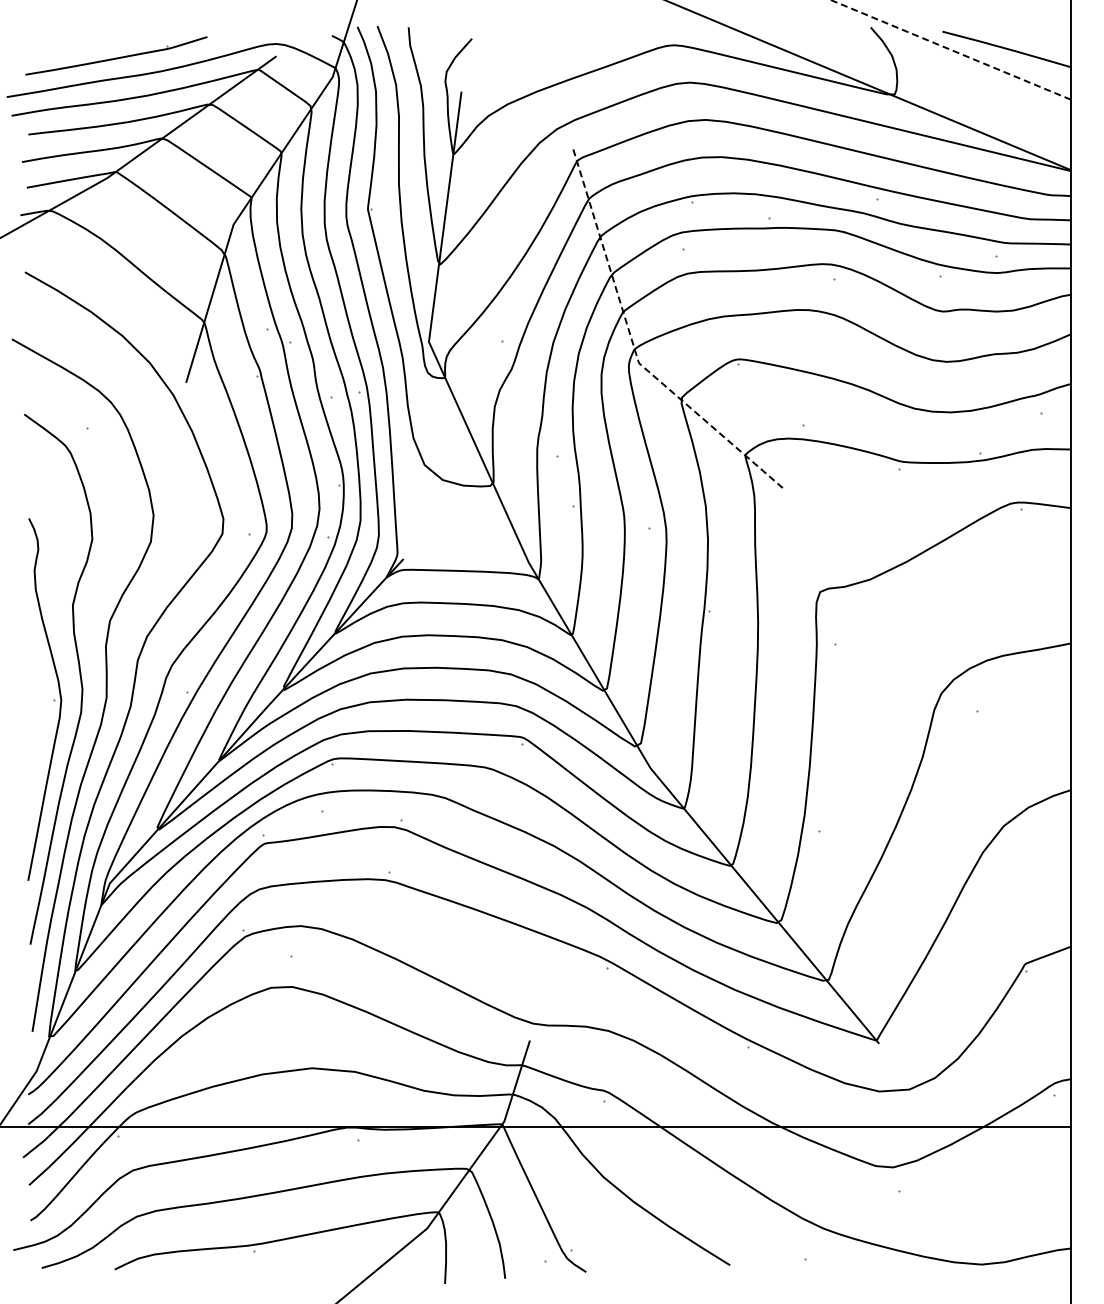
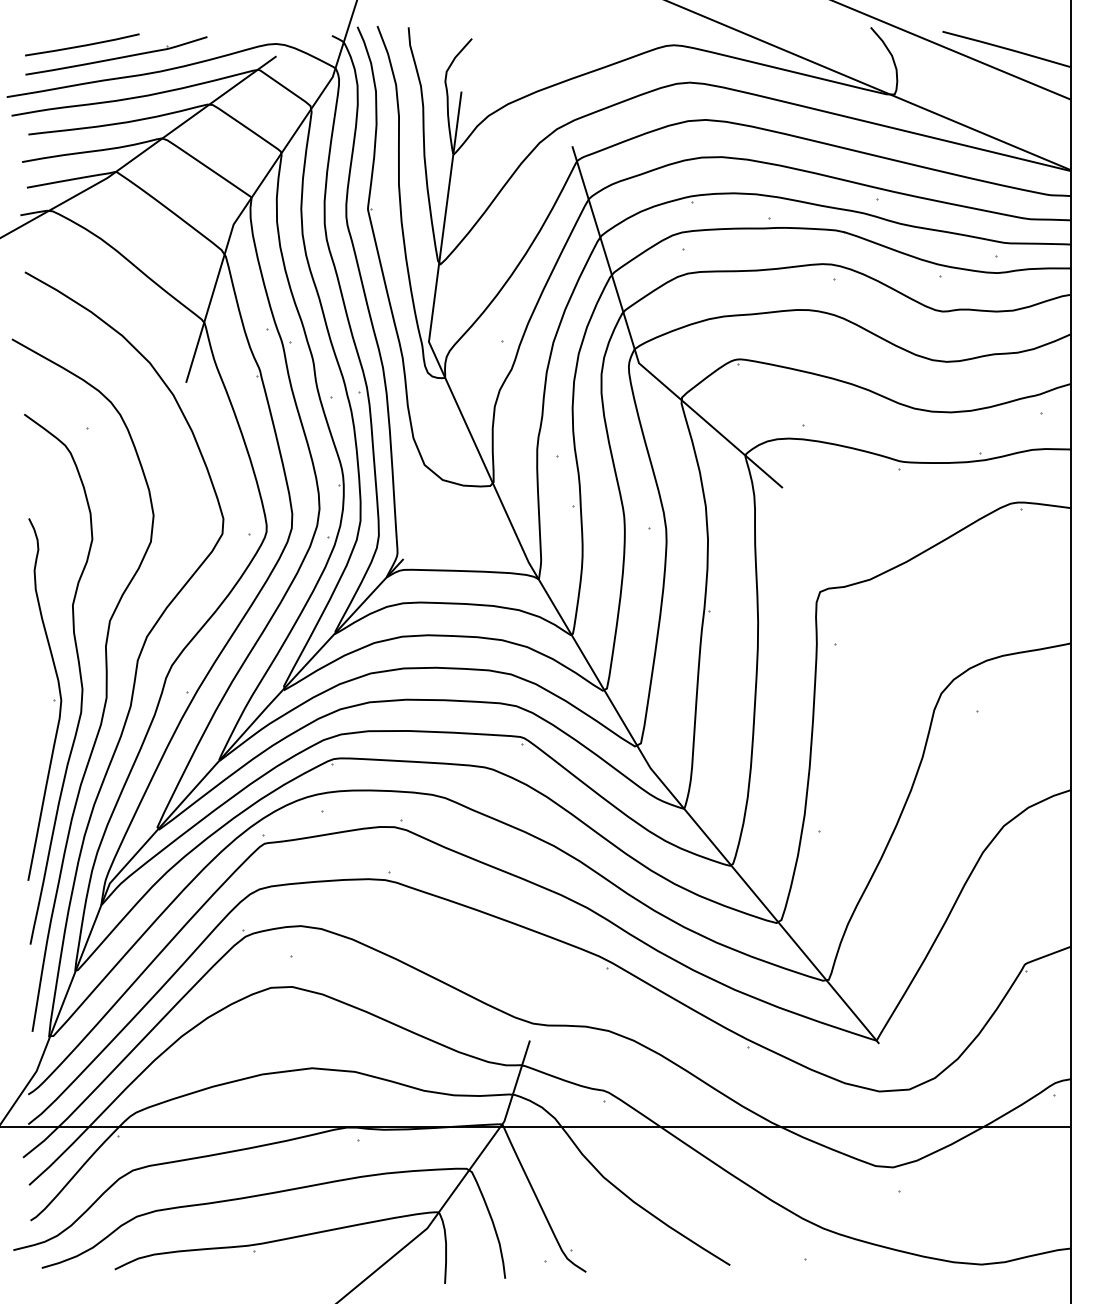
line at (83, 44): none -> present
line at (951, 49): dashed -> solid
line at (633, 346): dashed -> solid
